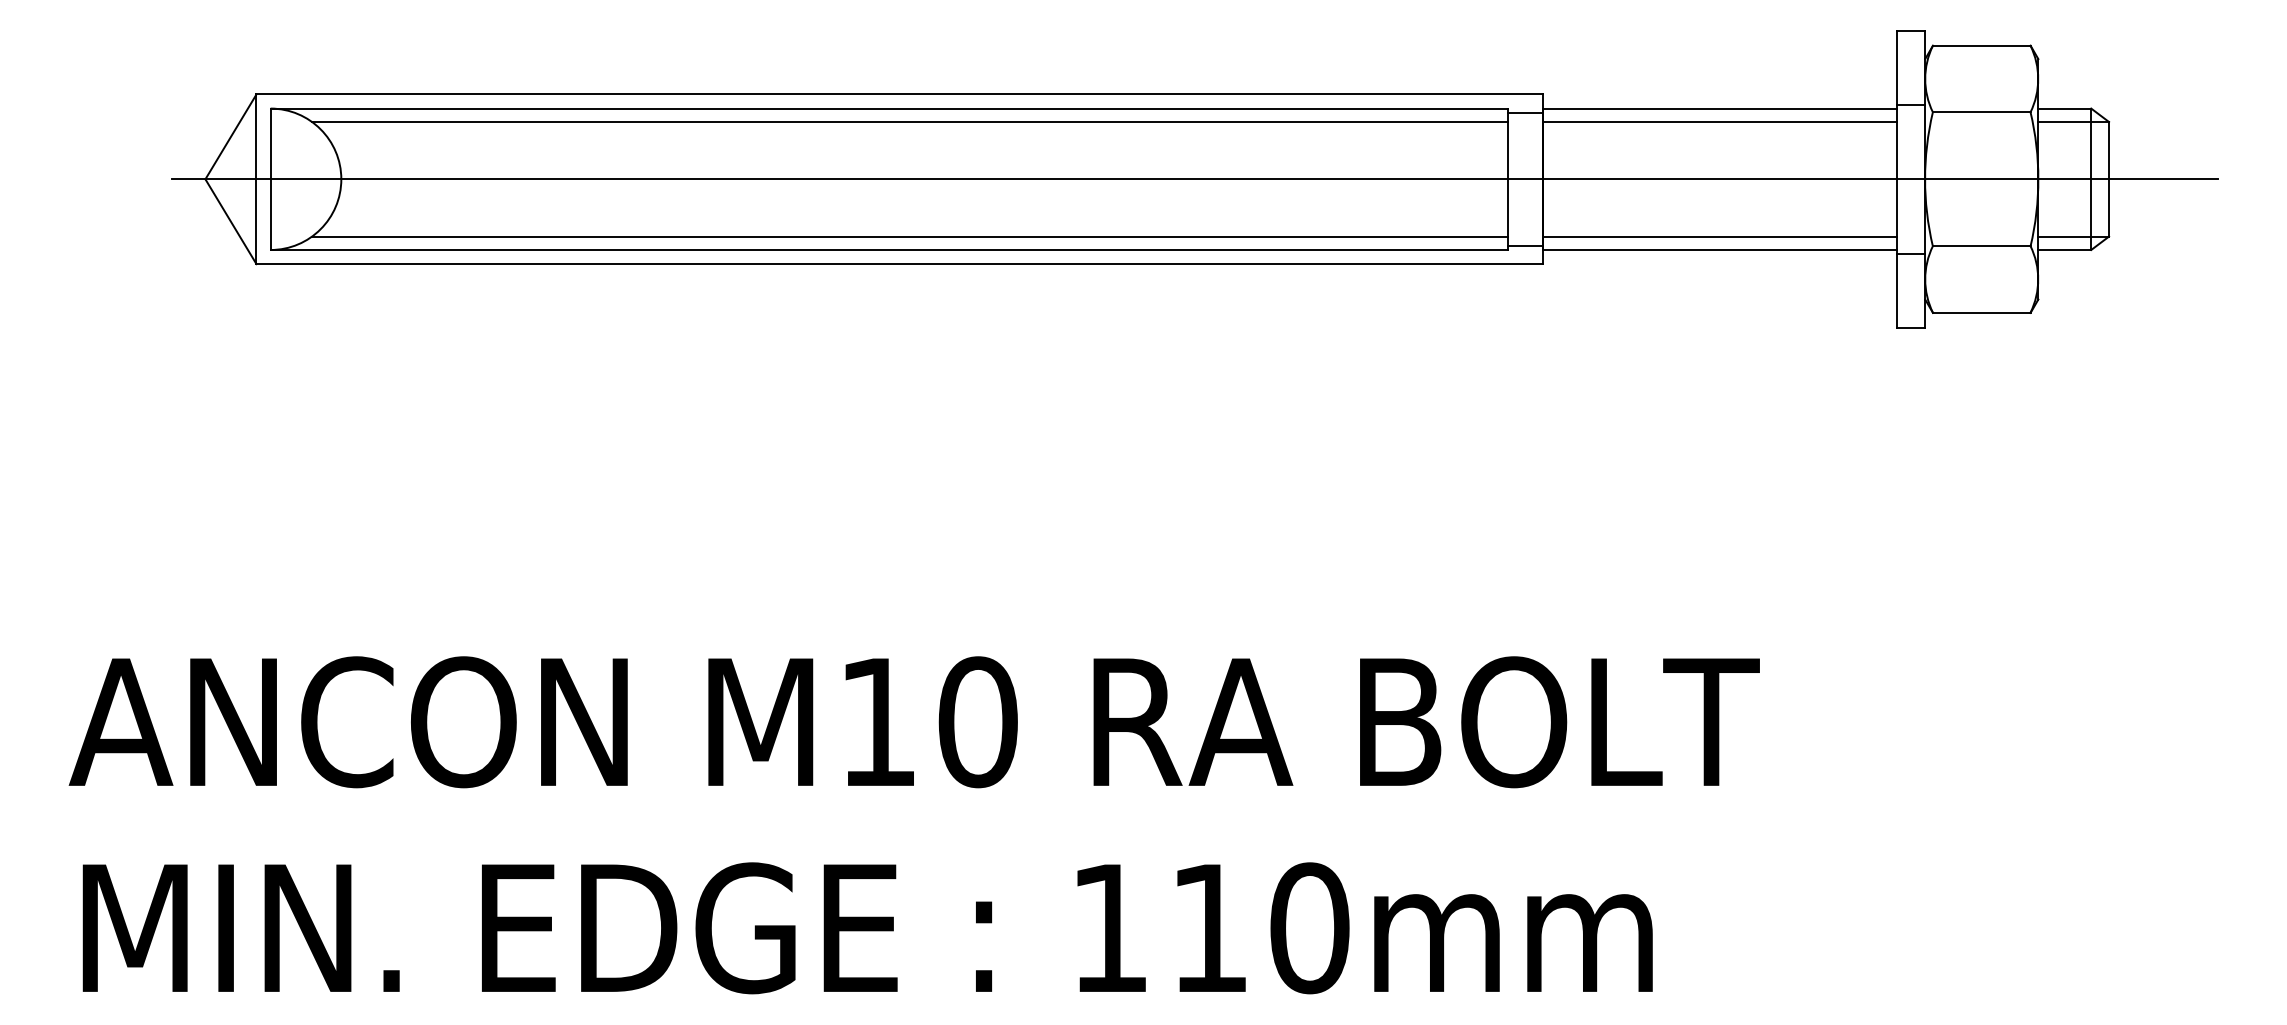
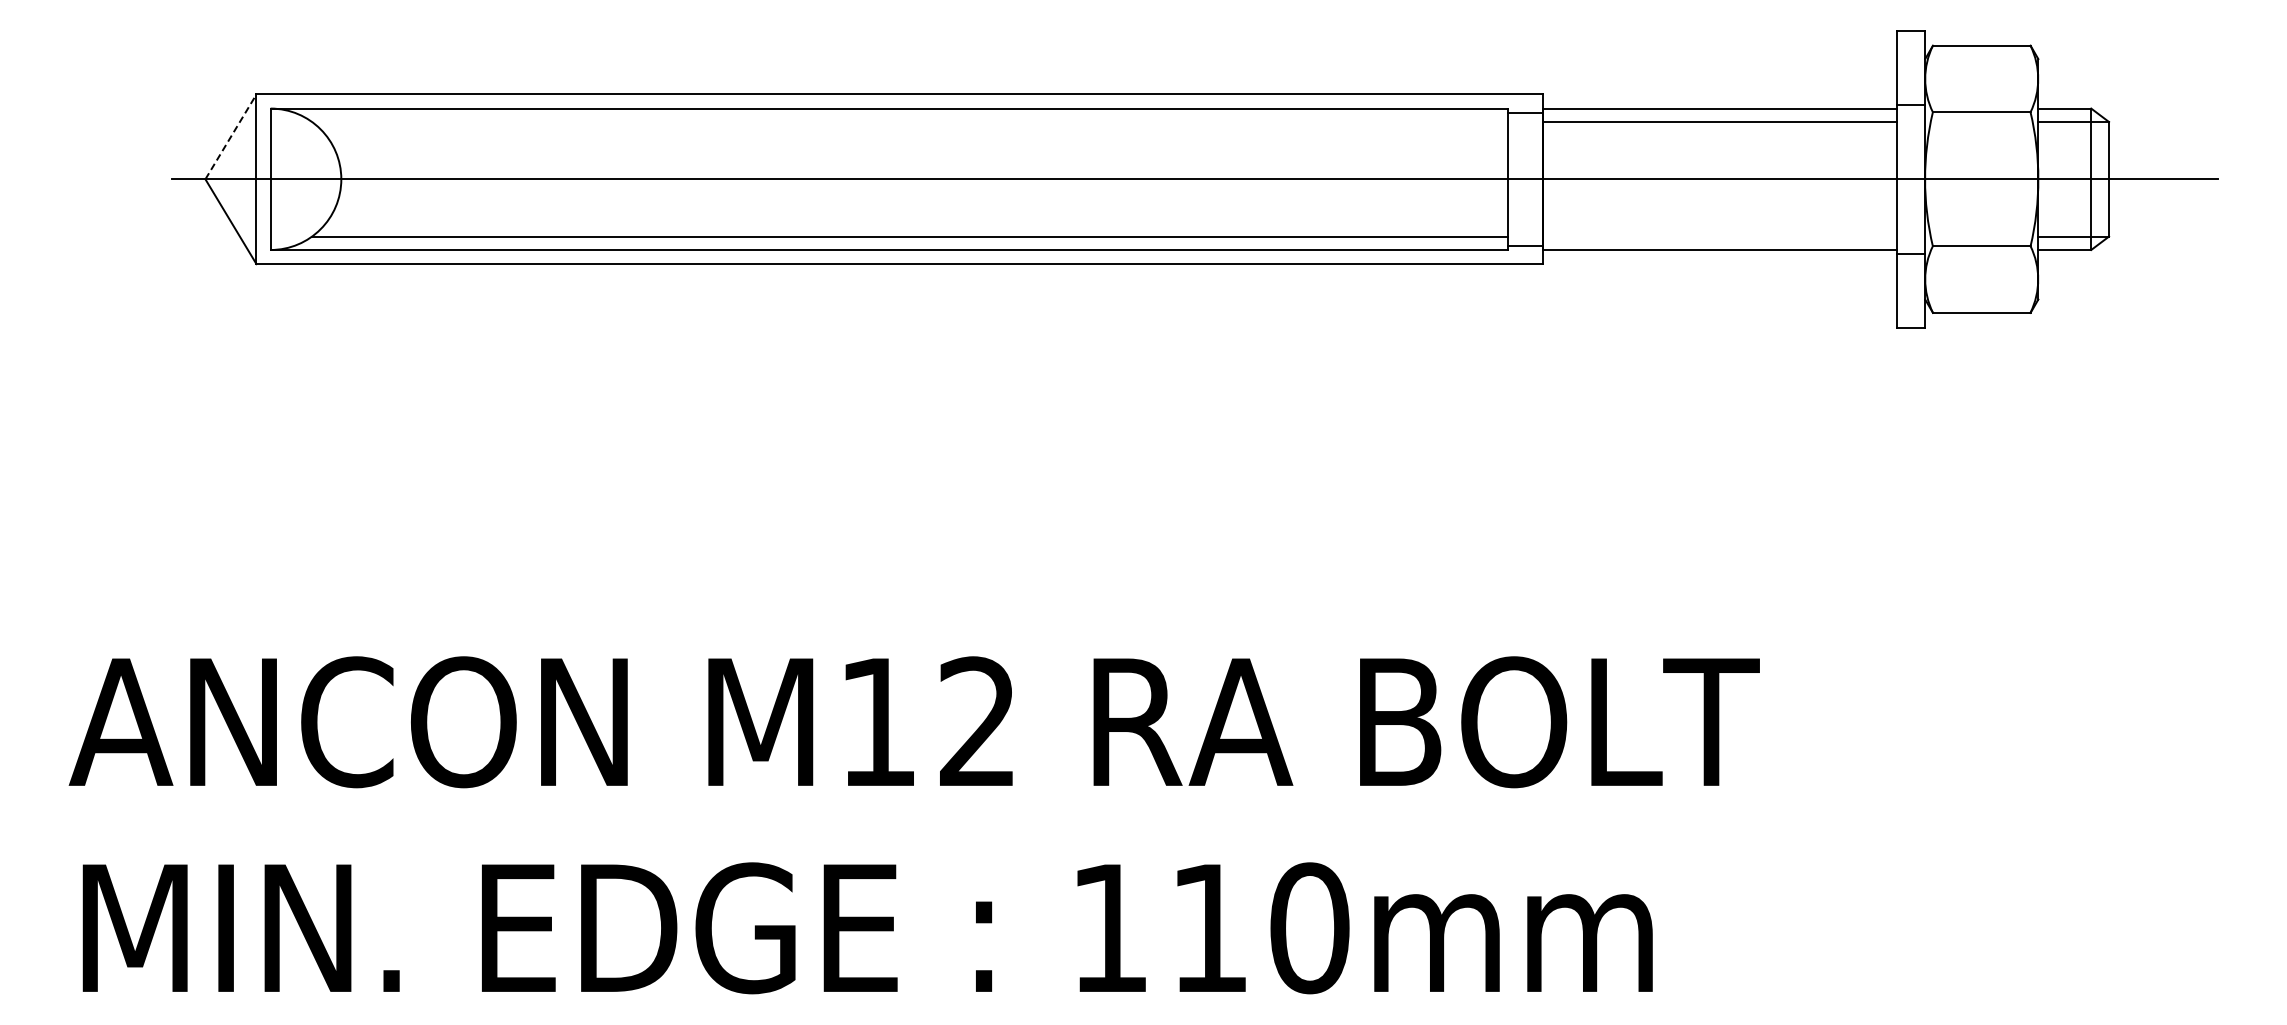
line at (910, 122): present -> none
line at (230, 136): solid -> dashed
line at (1719, 236): present -> none
text at (977, 722): M10 -> M12
